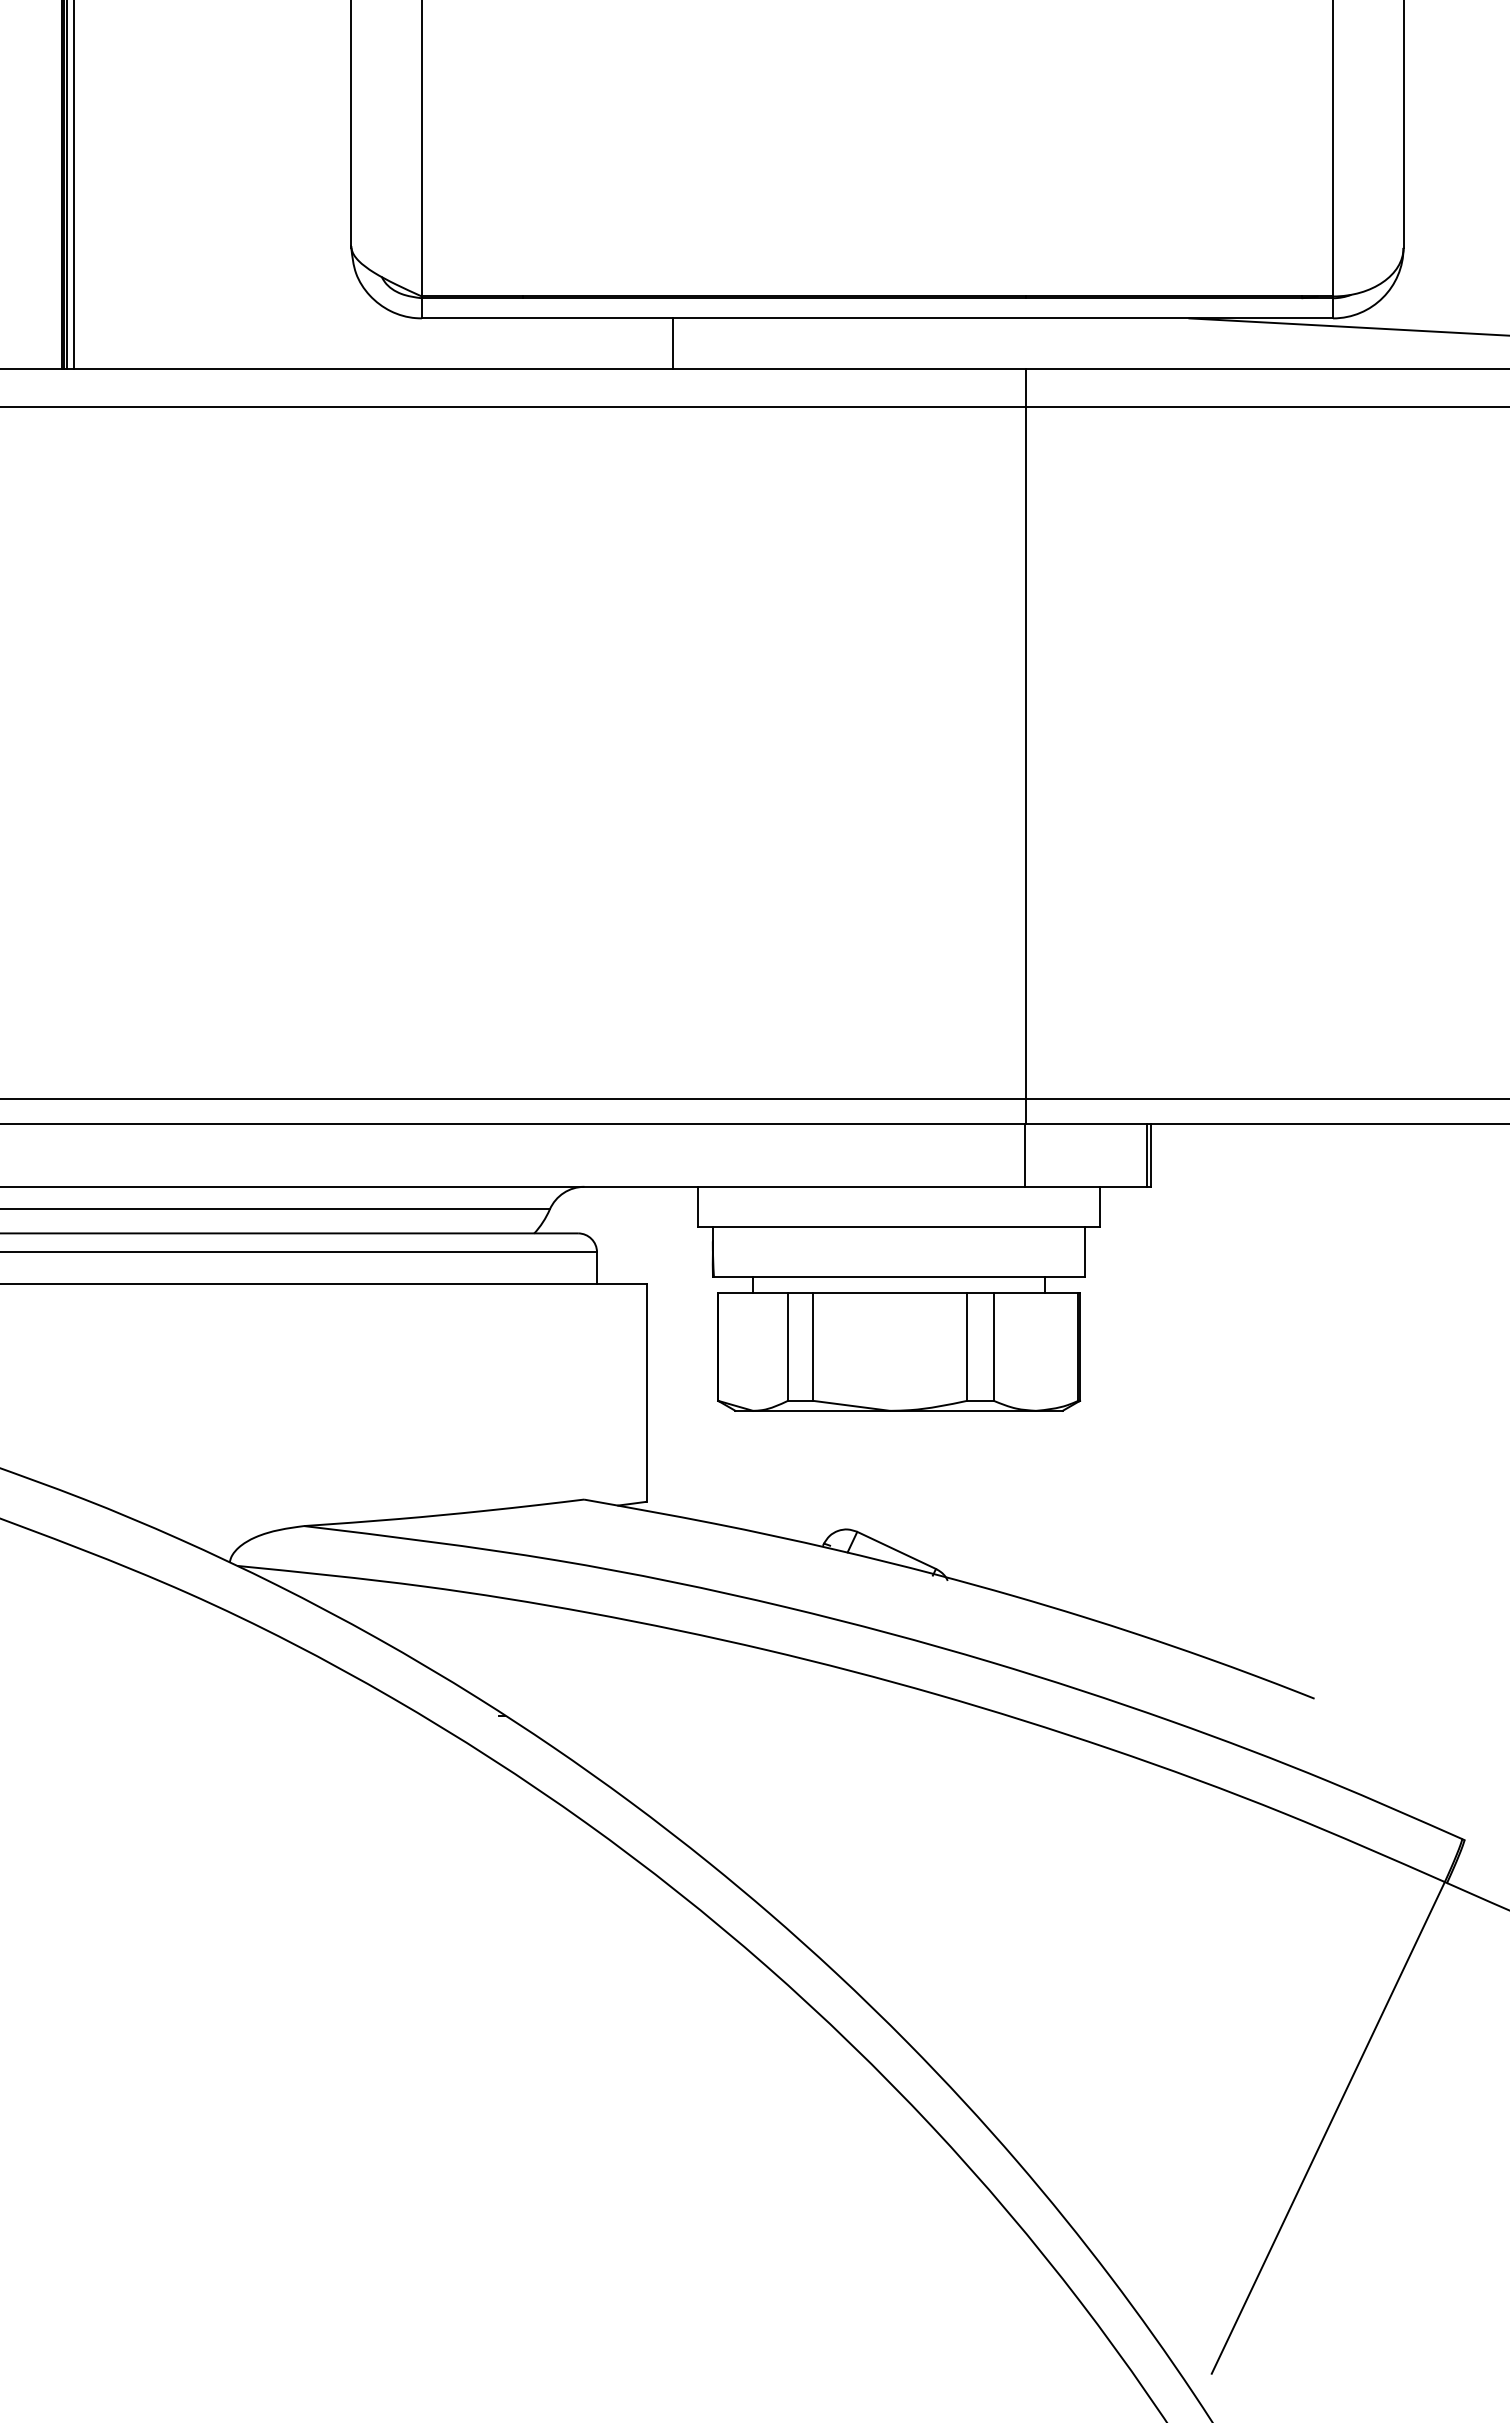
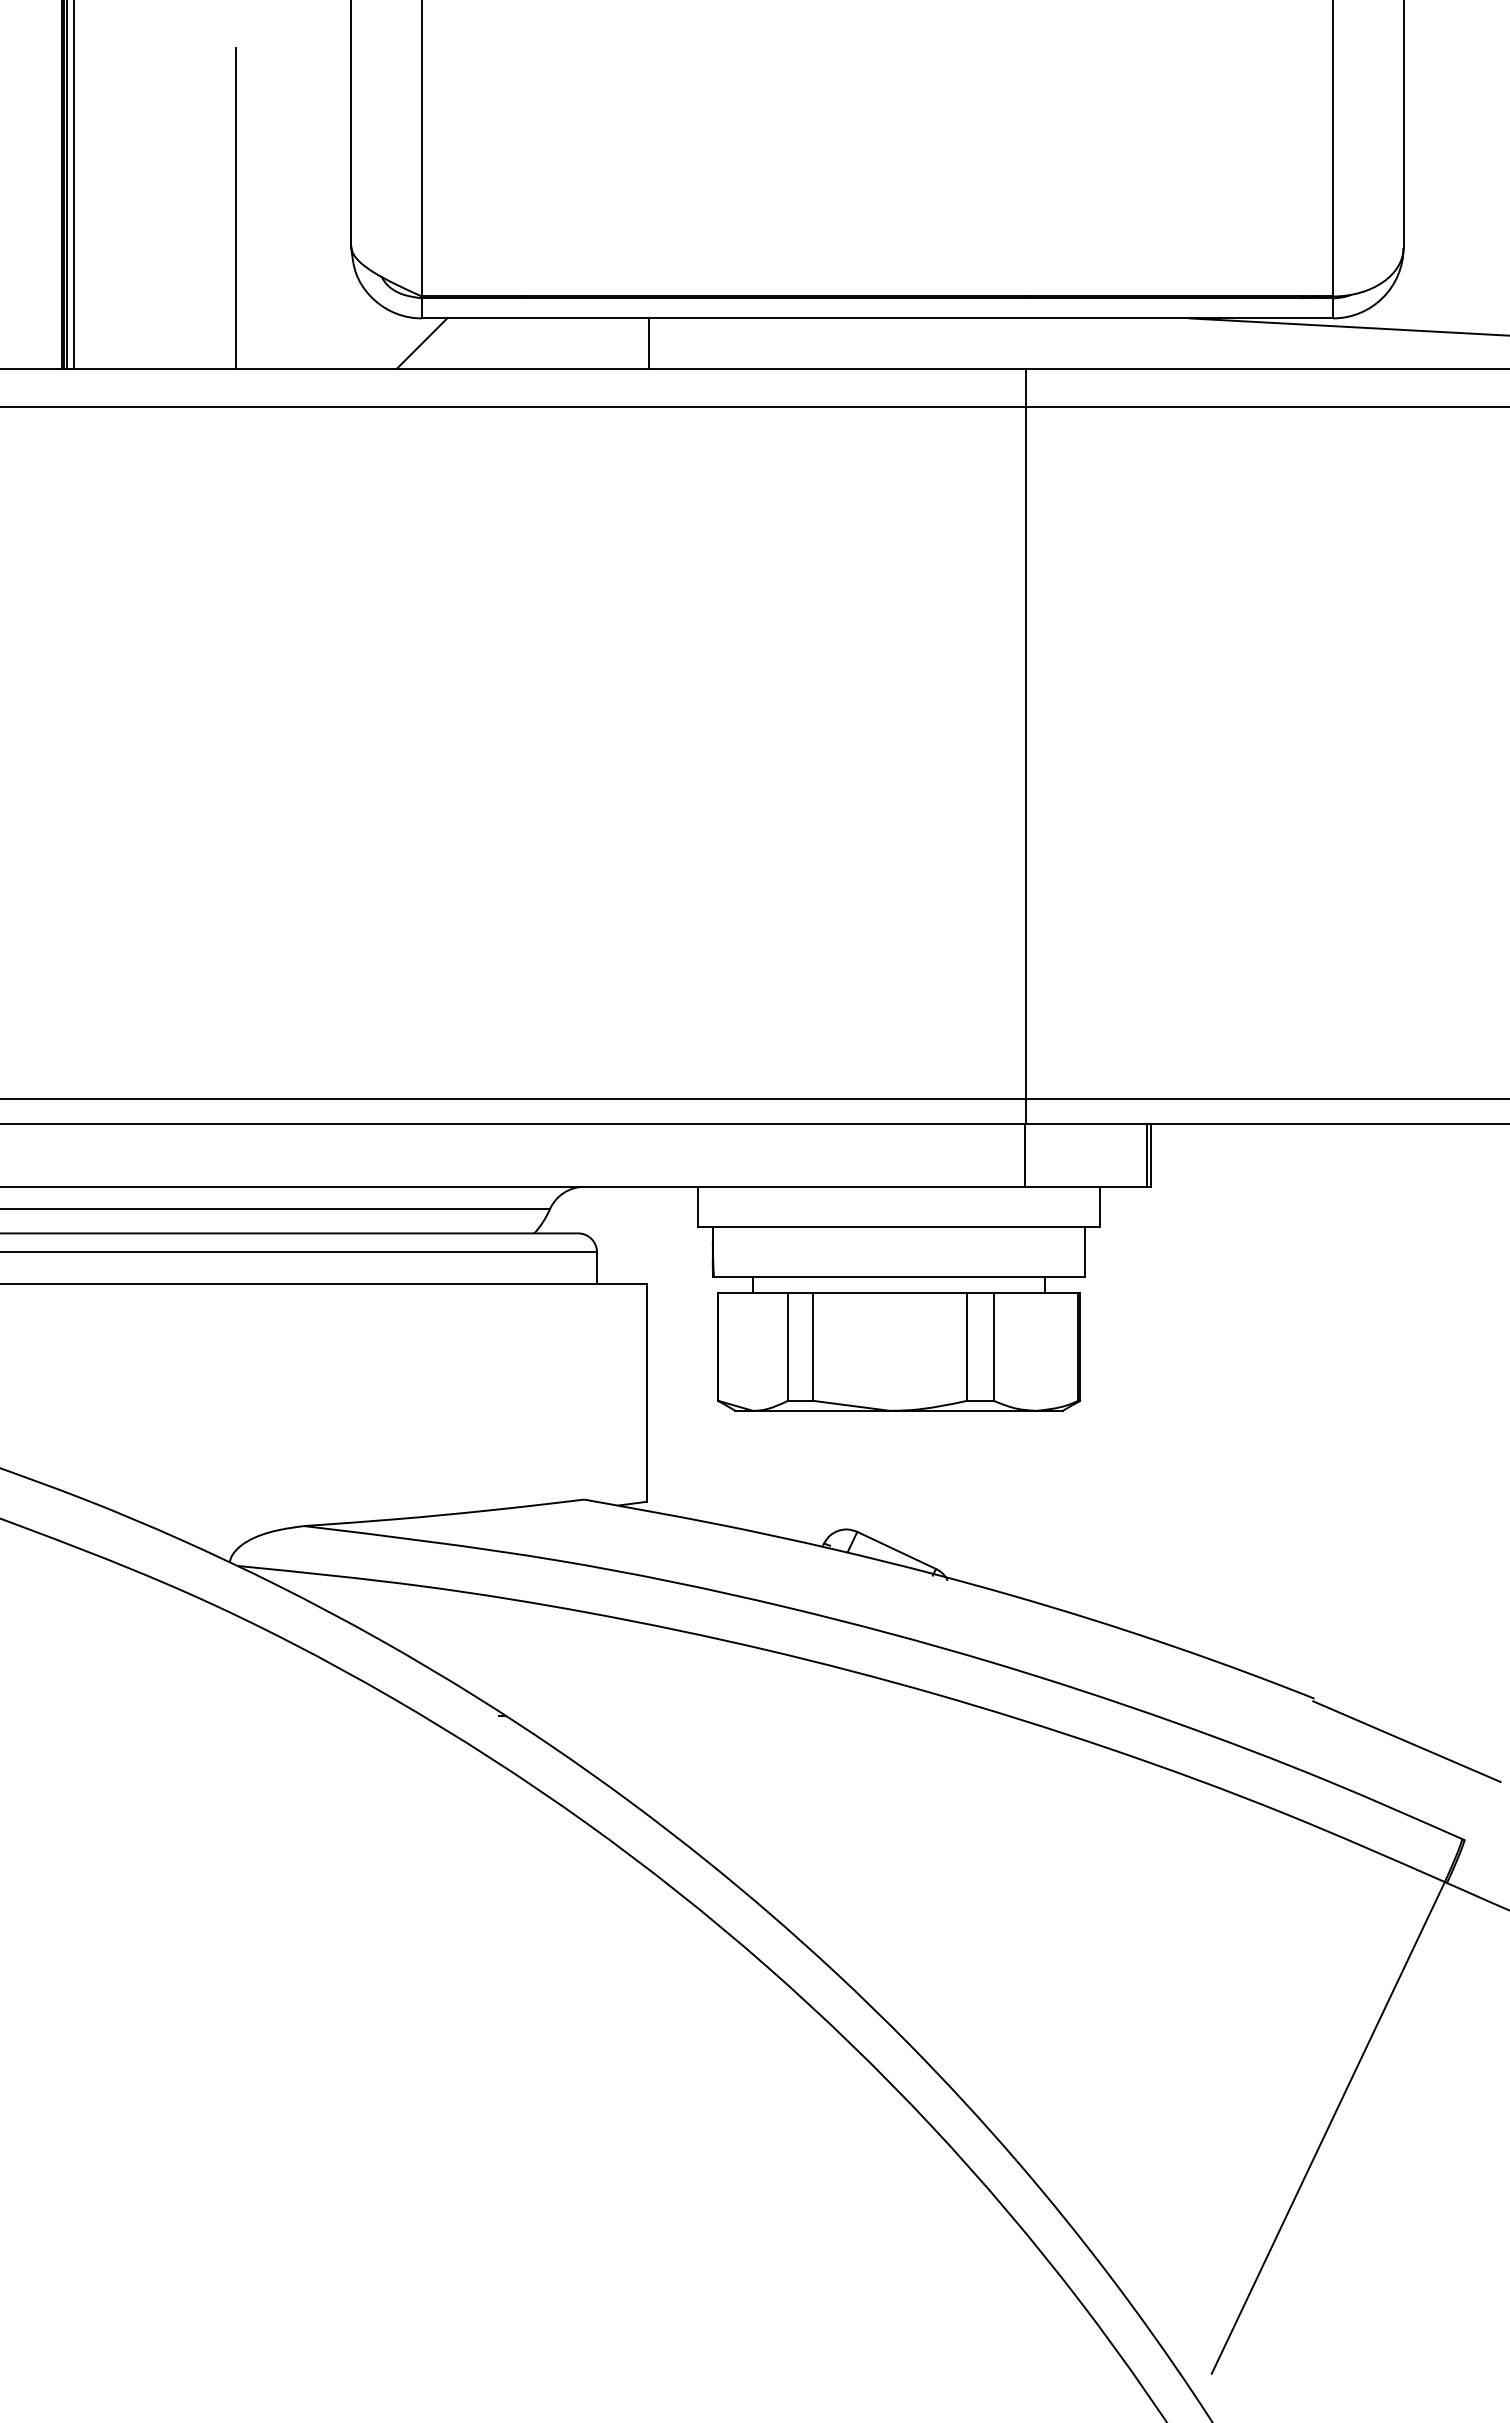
line at (235, 207): none -> present
line at (421, 343): none -> present
line at (672, 343) position: (672, 343) -> (648, 343)
line at (1406, 1741): none -> present
